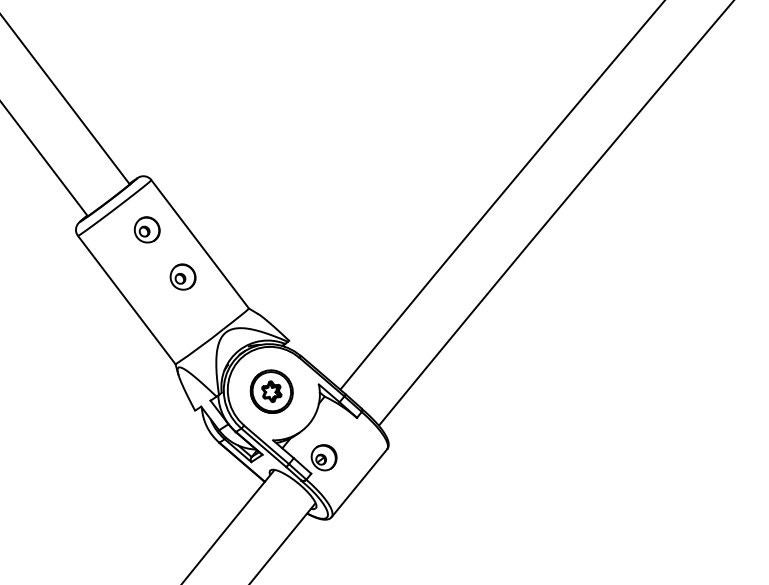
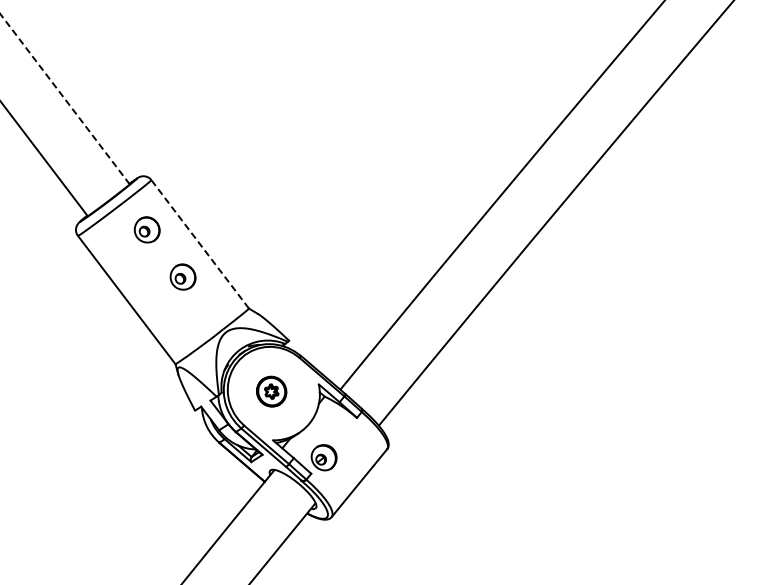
line at (64, 98): solid -> dashed
line at (200, 244): solid -> dashed
part at (271, 391) size: 45x45 px -> 32x33 px
